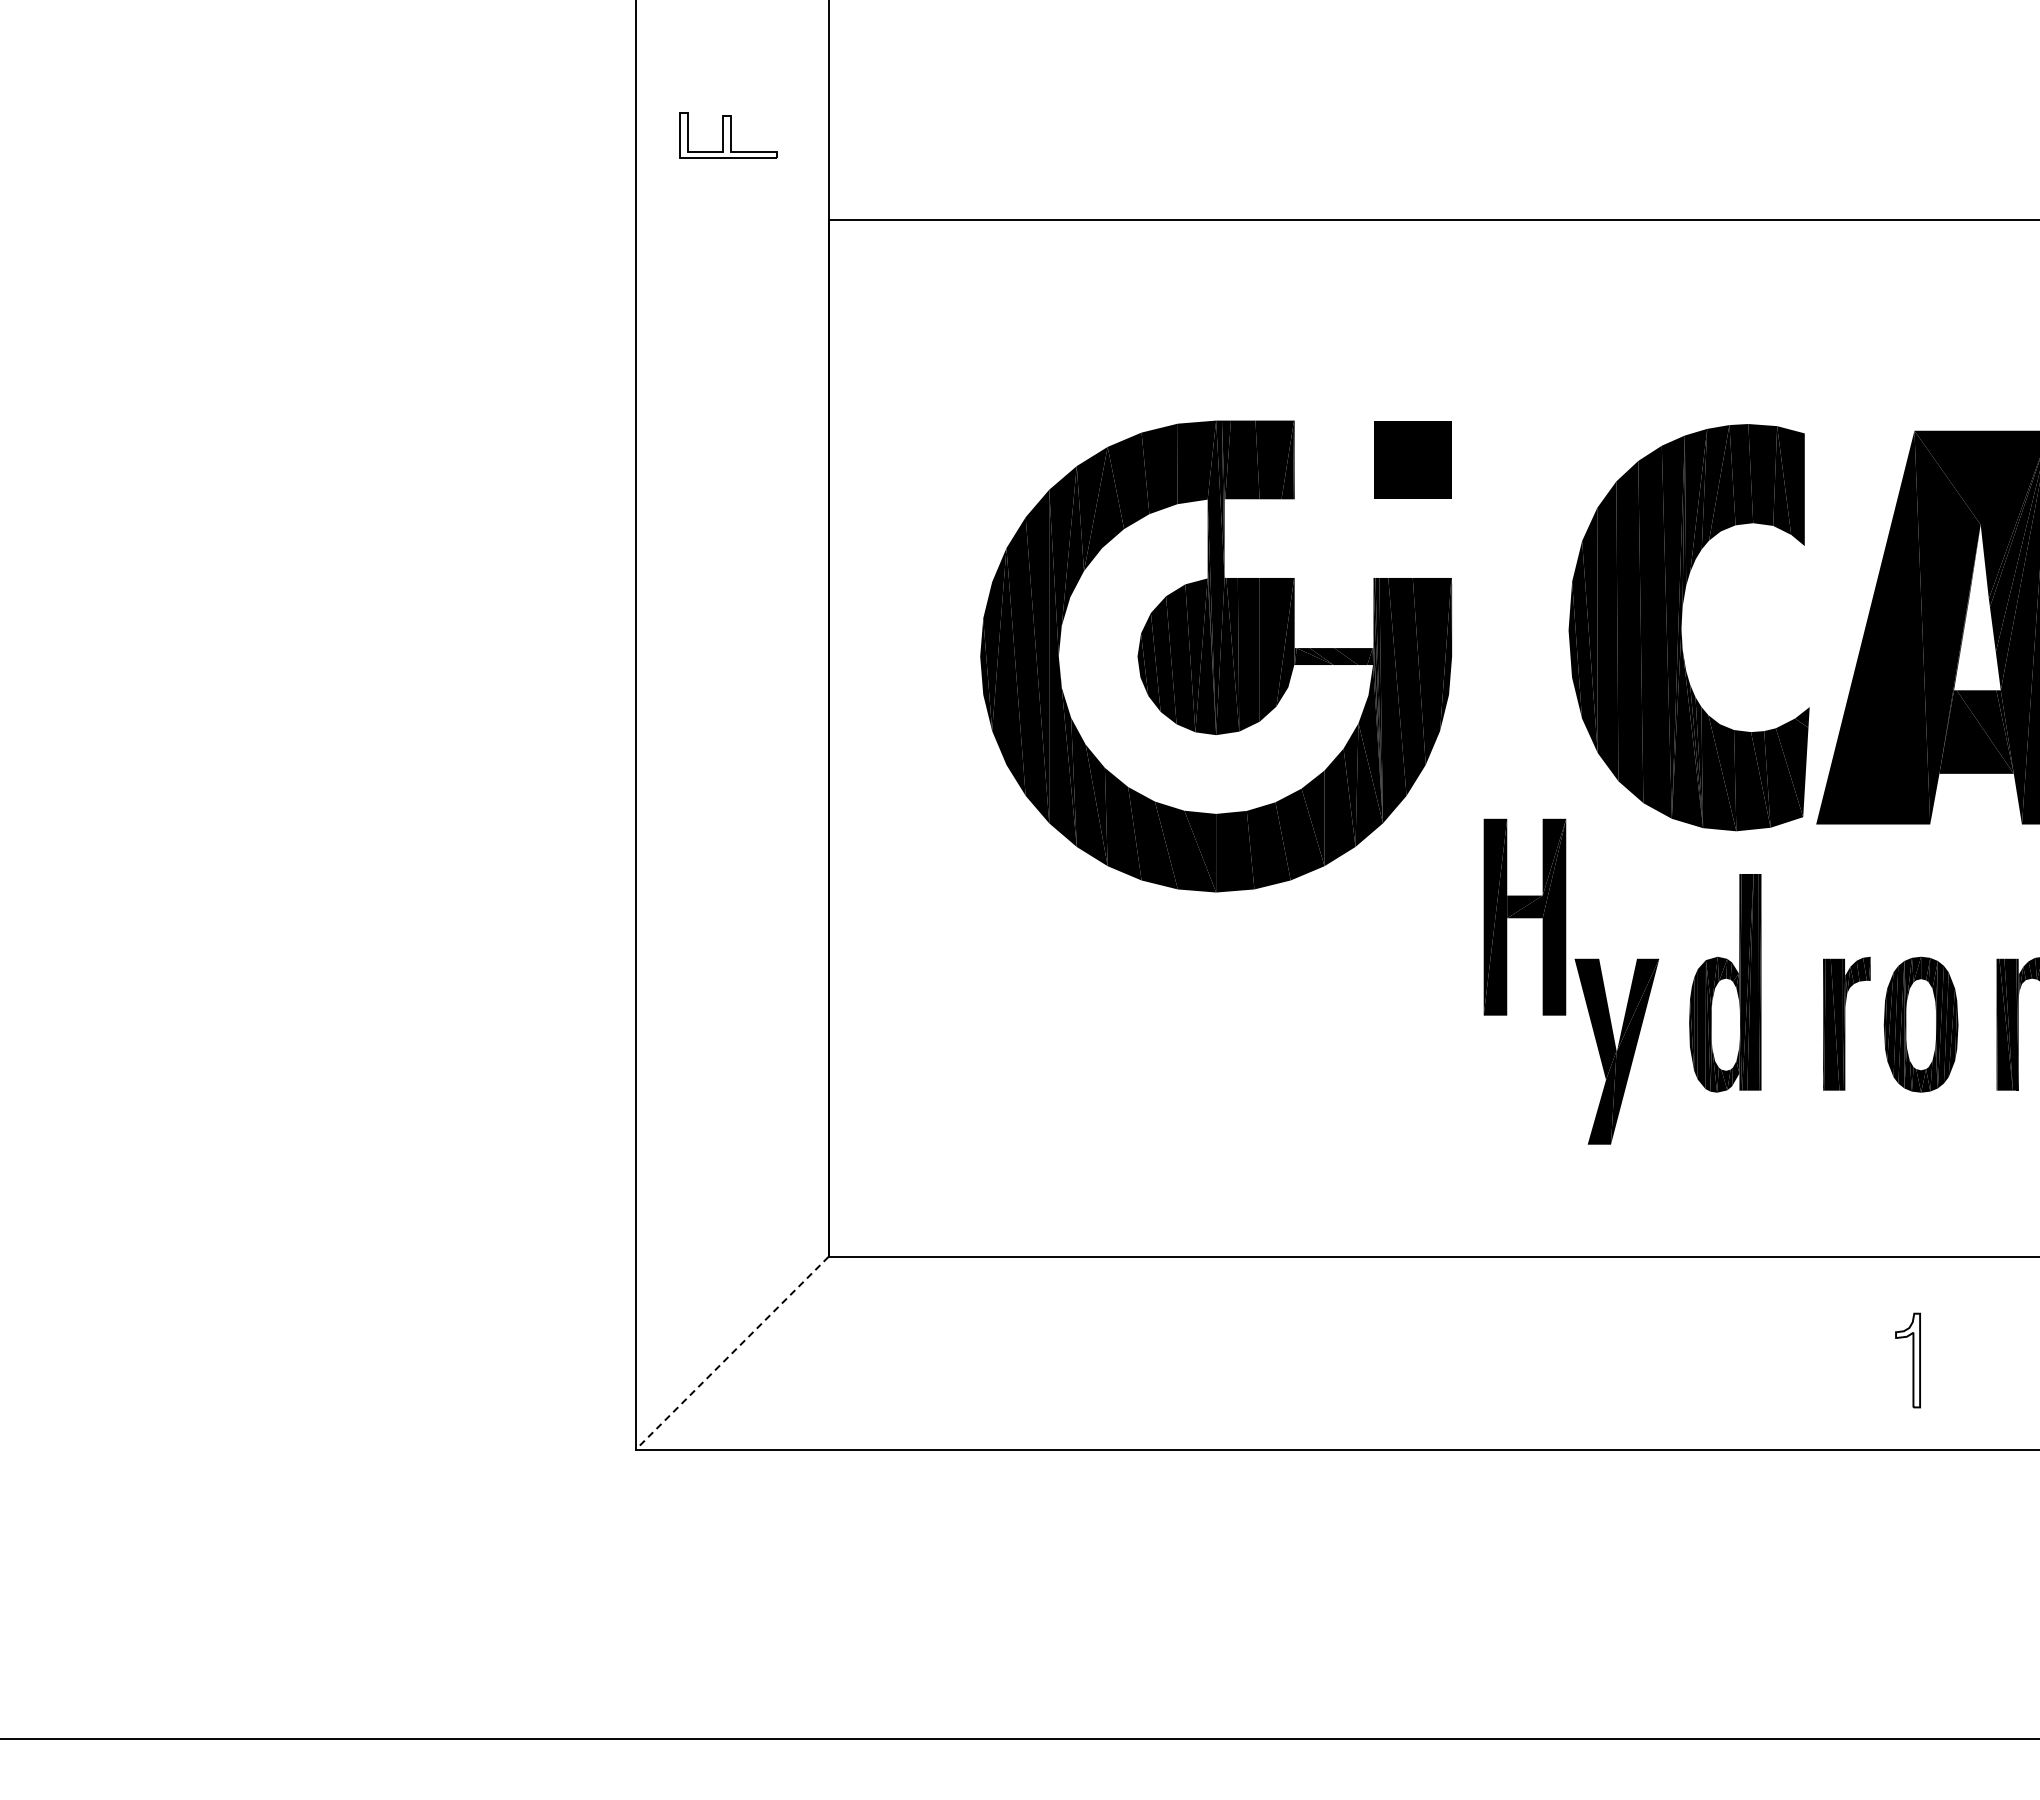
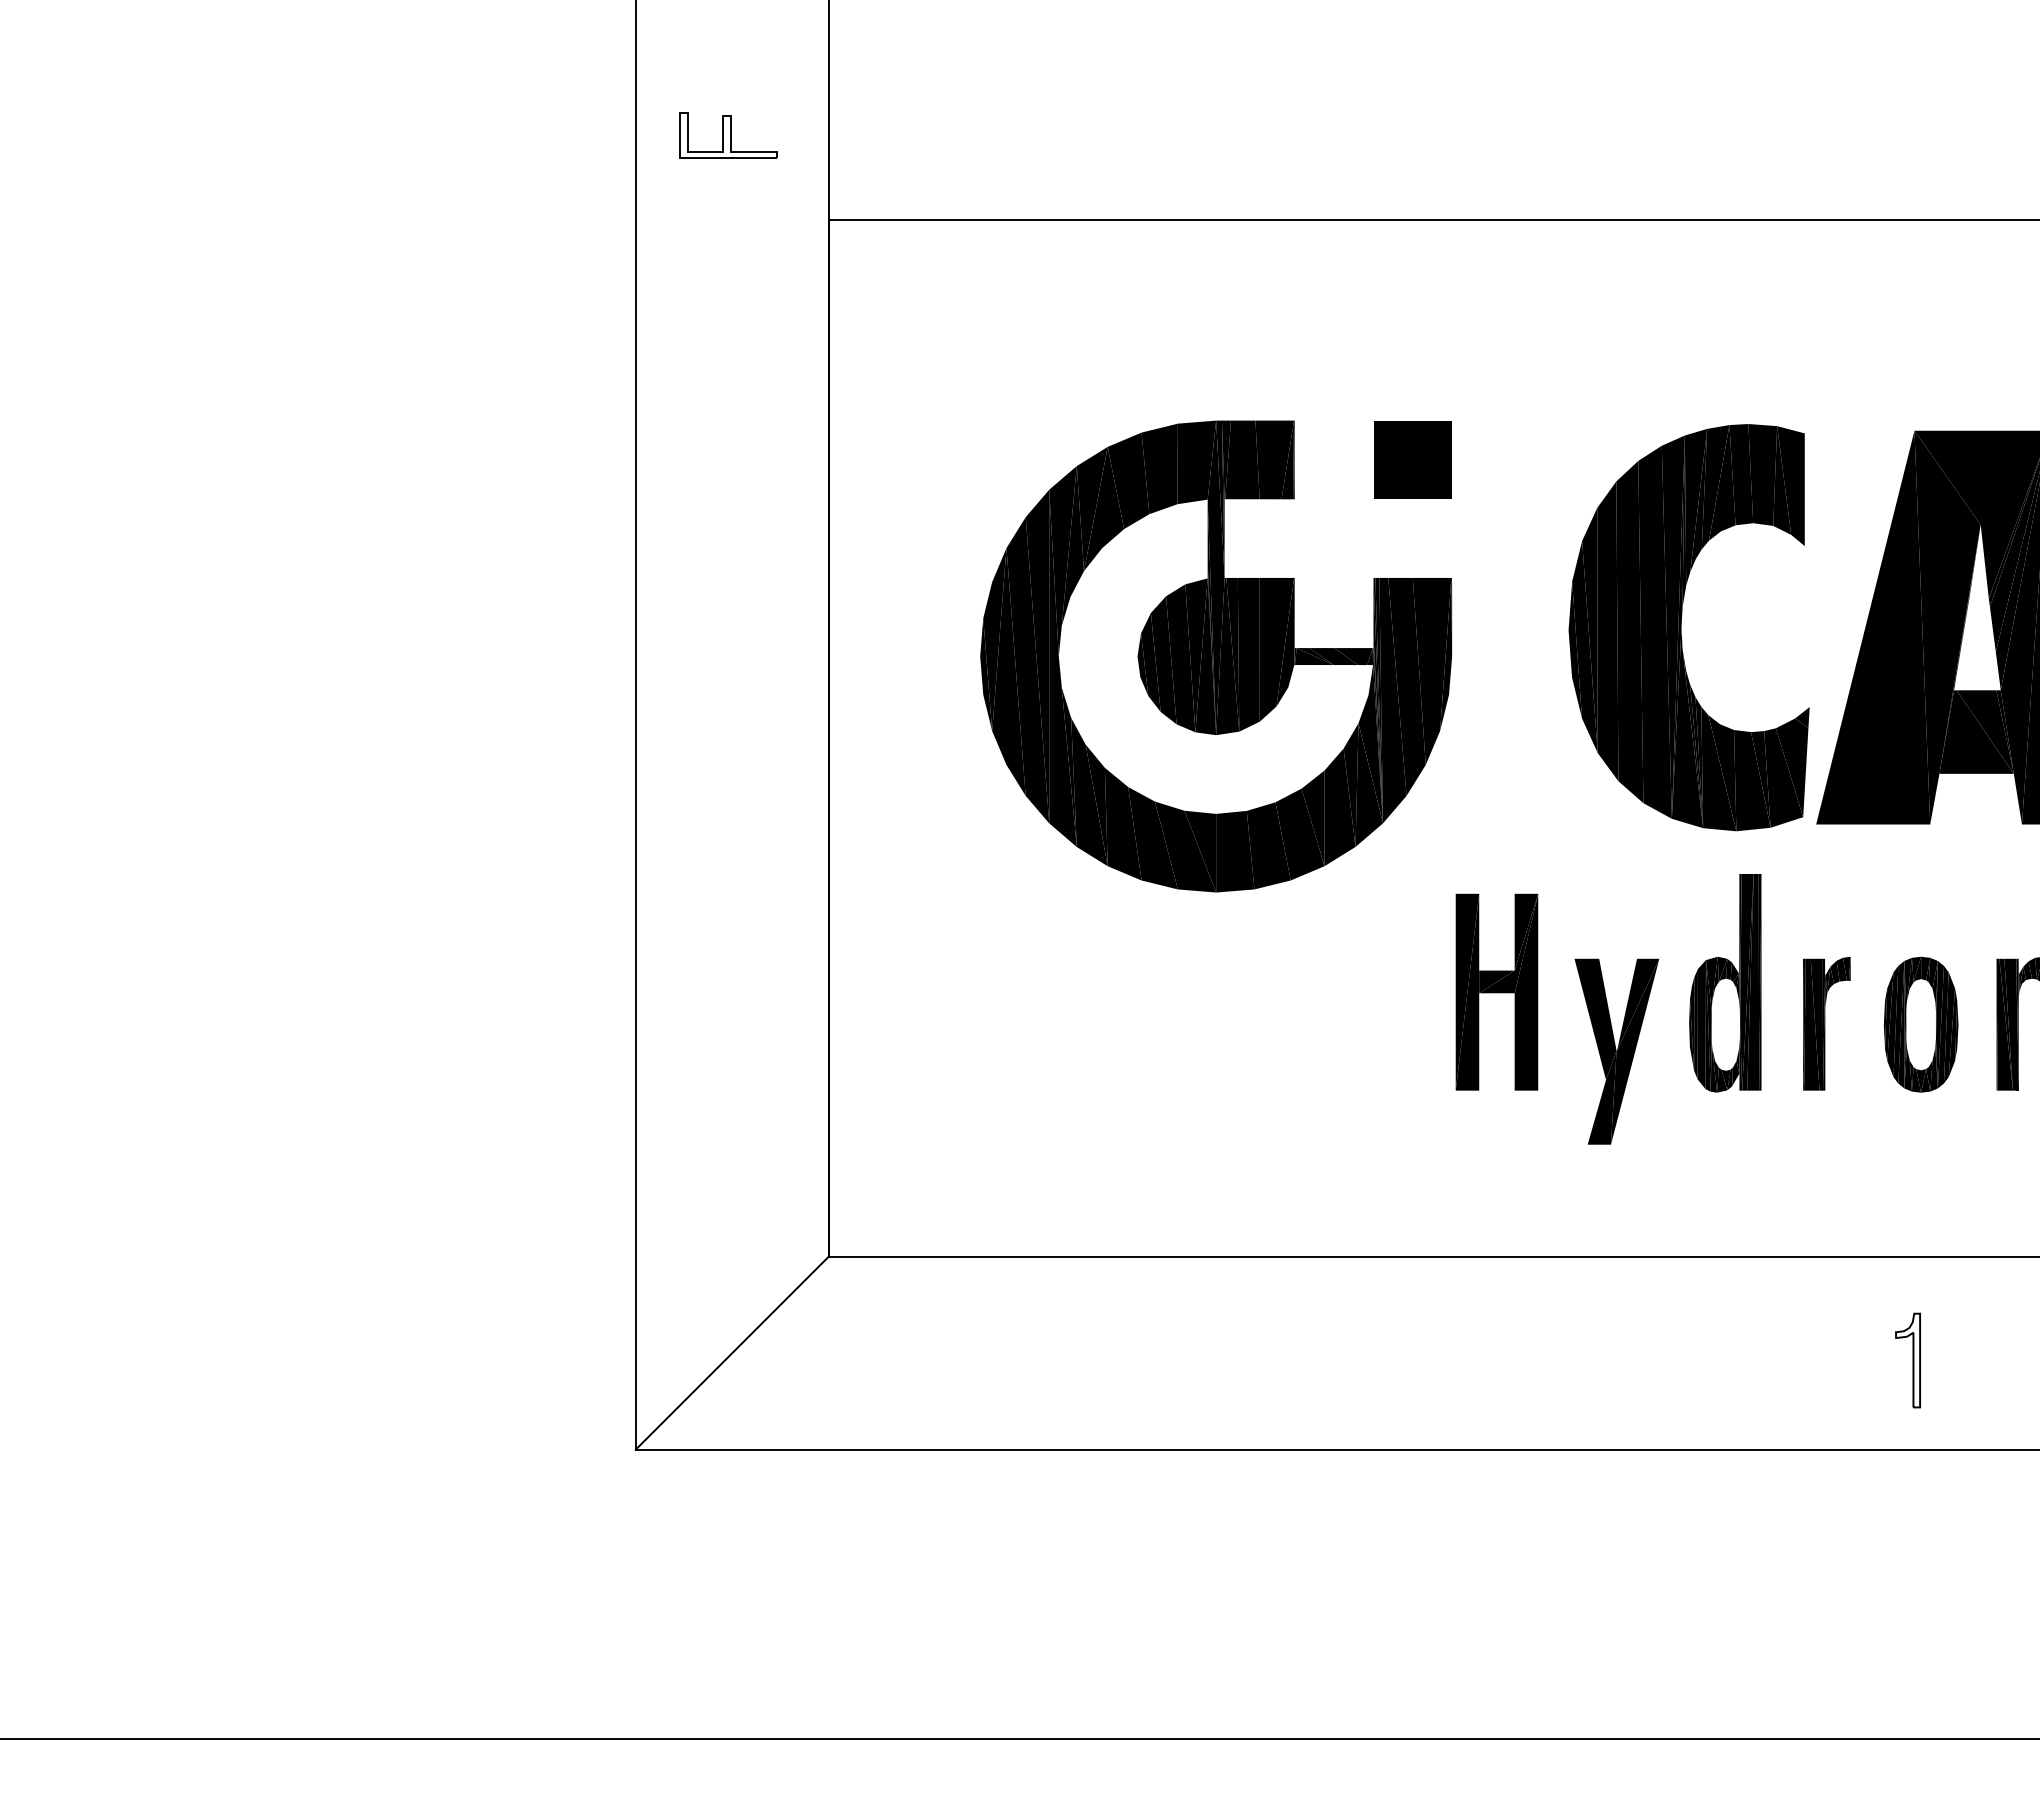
part at (1524, 916) position: (1524, 916) -> (1496, 991)
part at (1846, 1023) position: (1846, 1023) -> (1826, 1023)
line at (731, 1353): dashed -> solid
